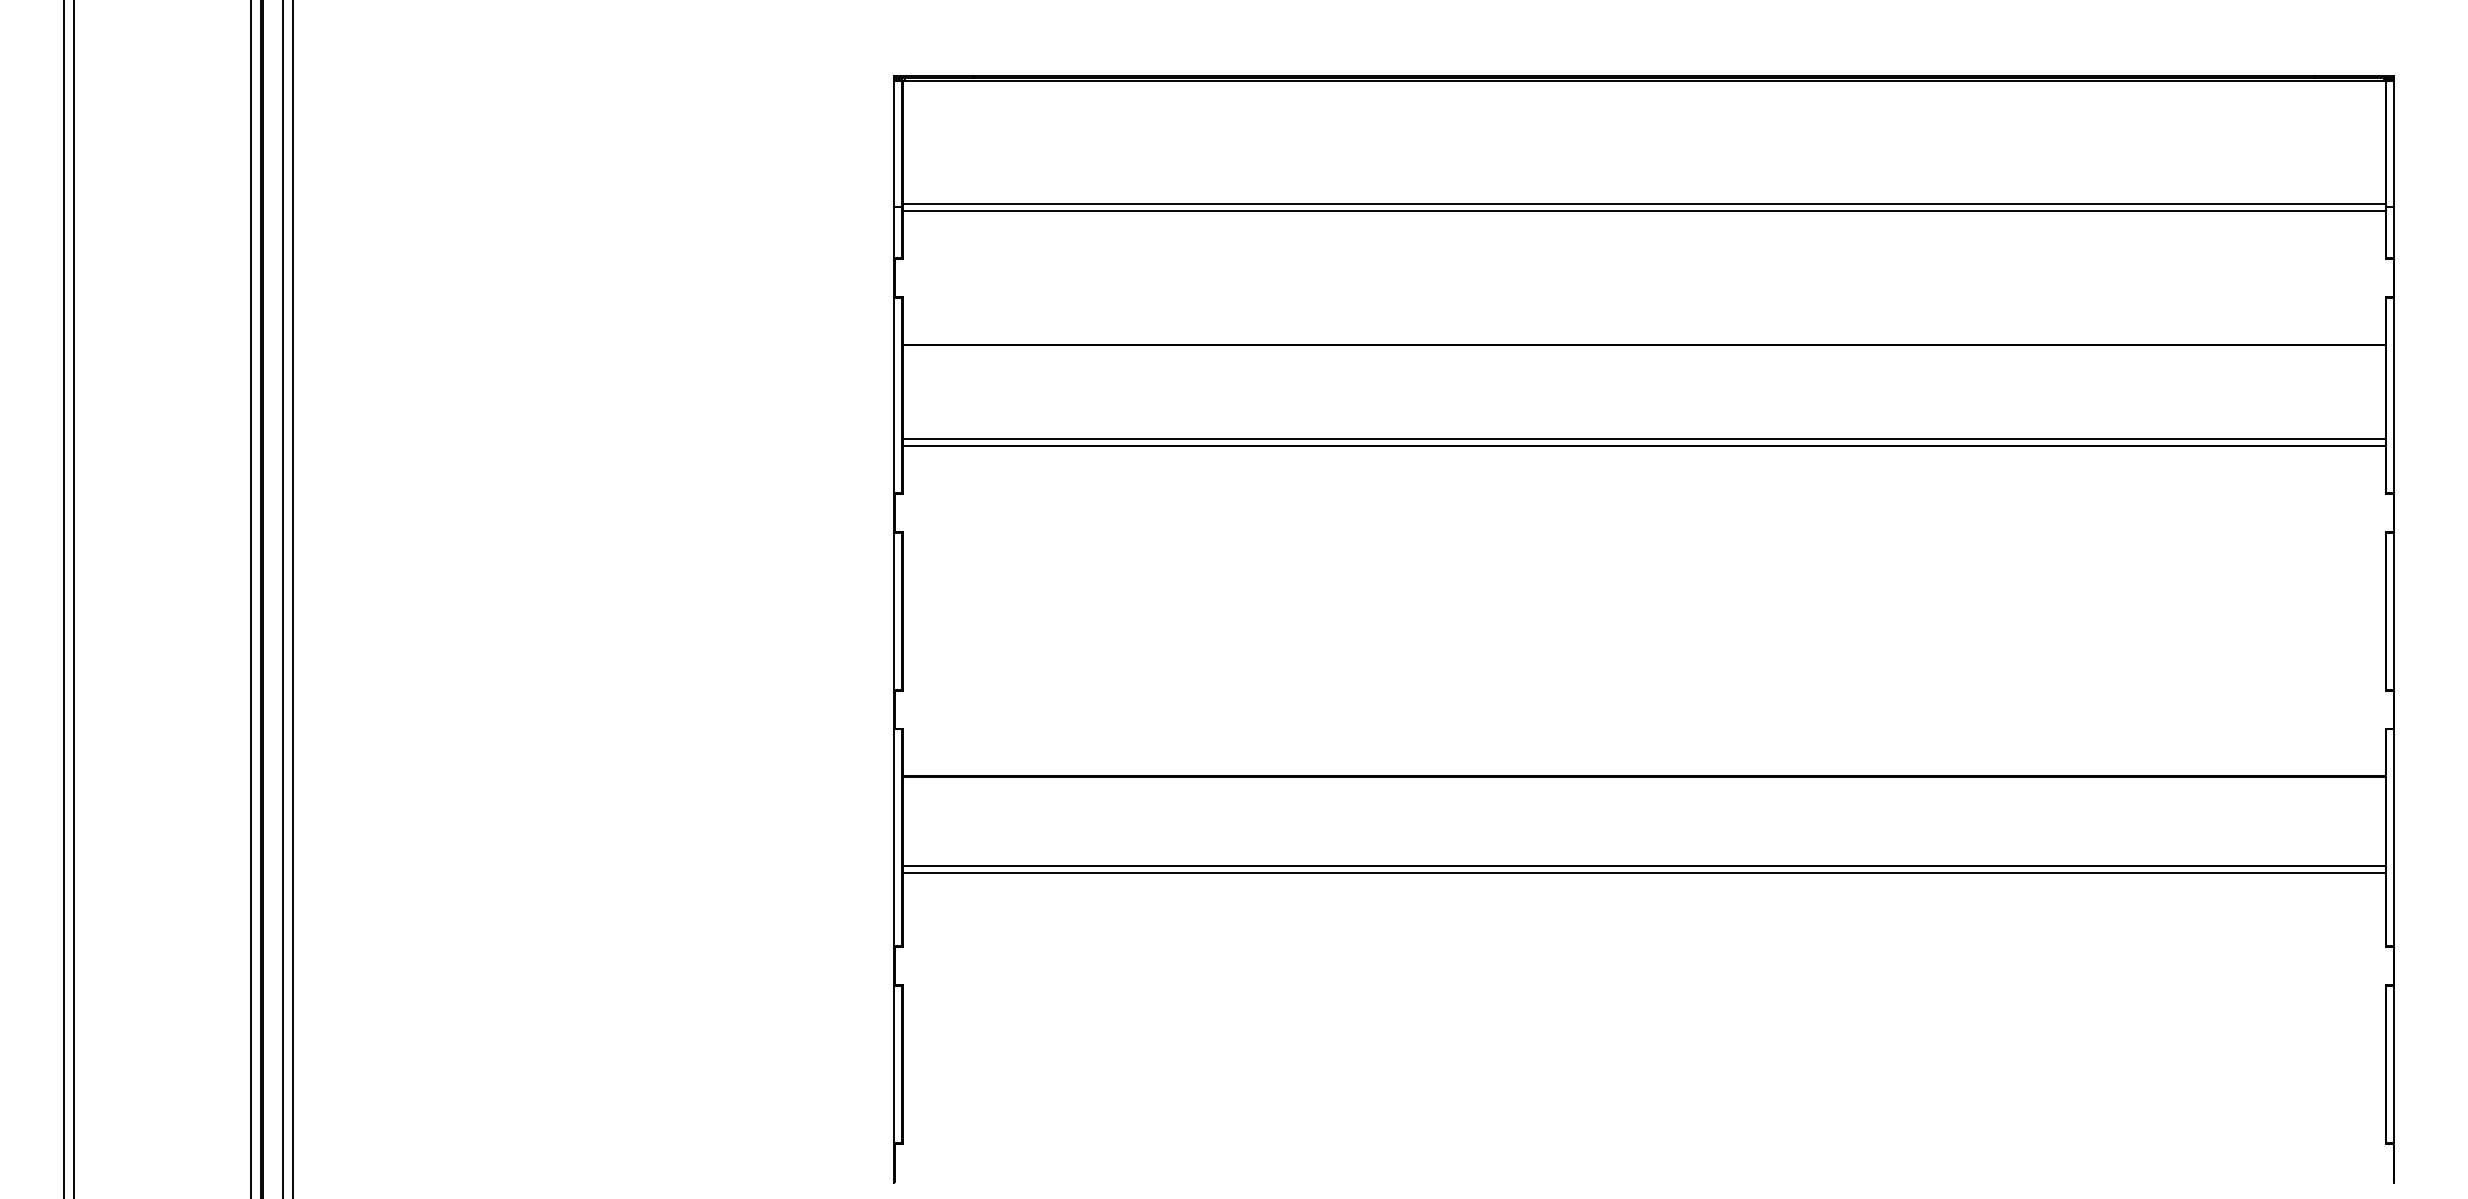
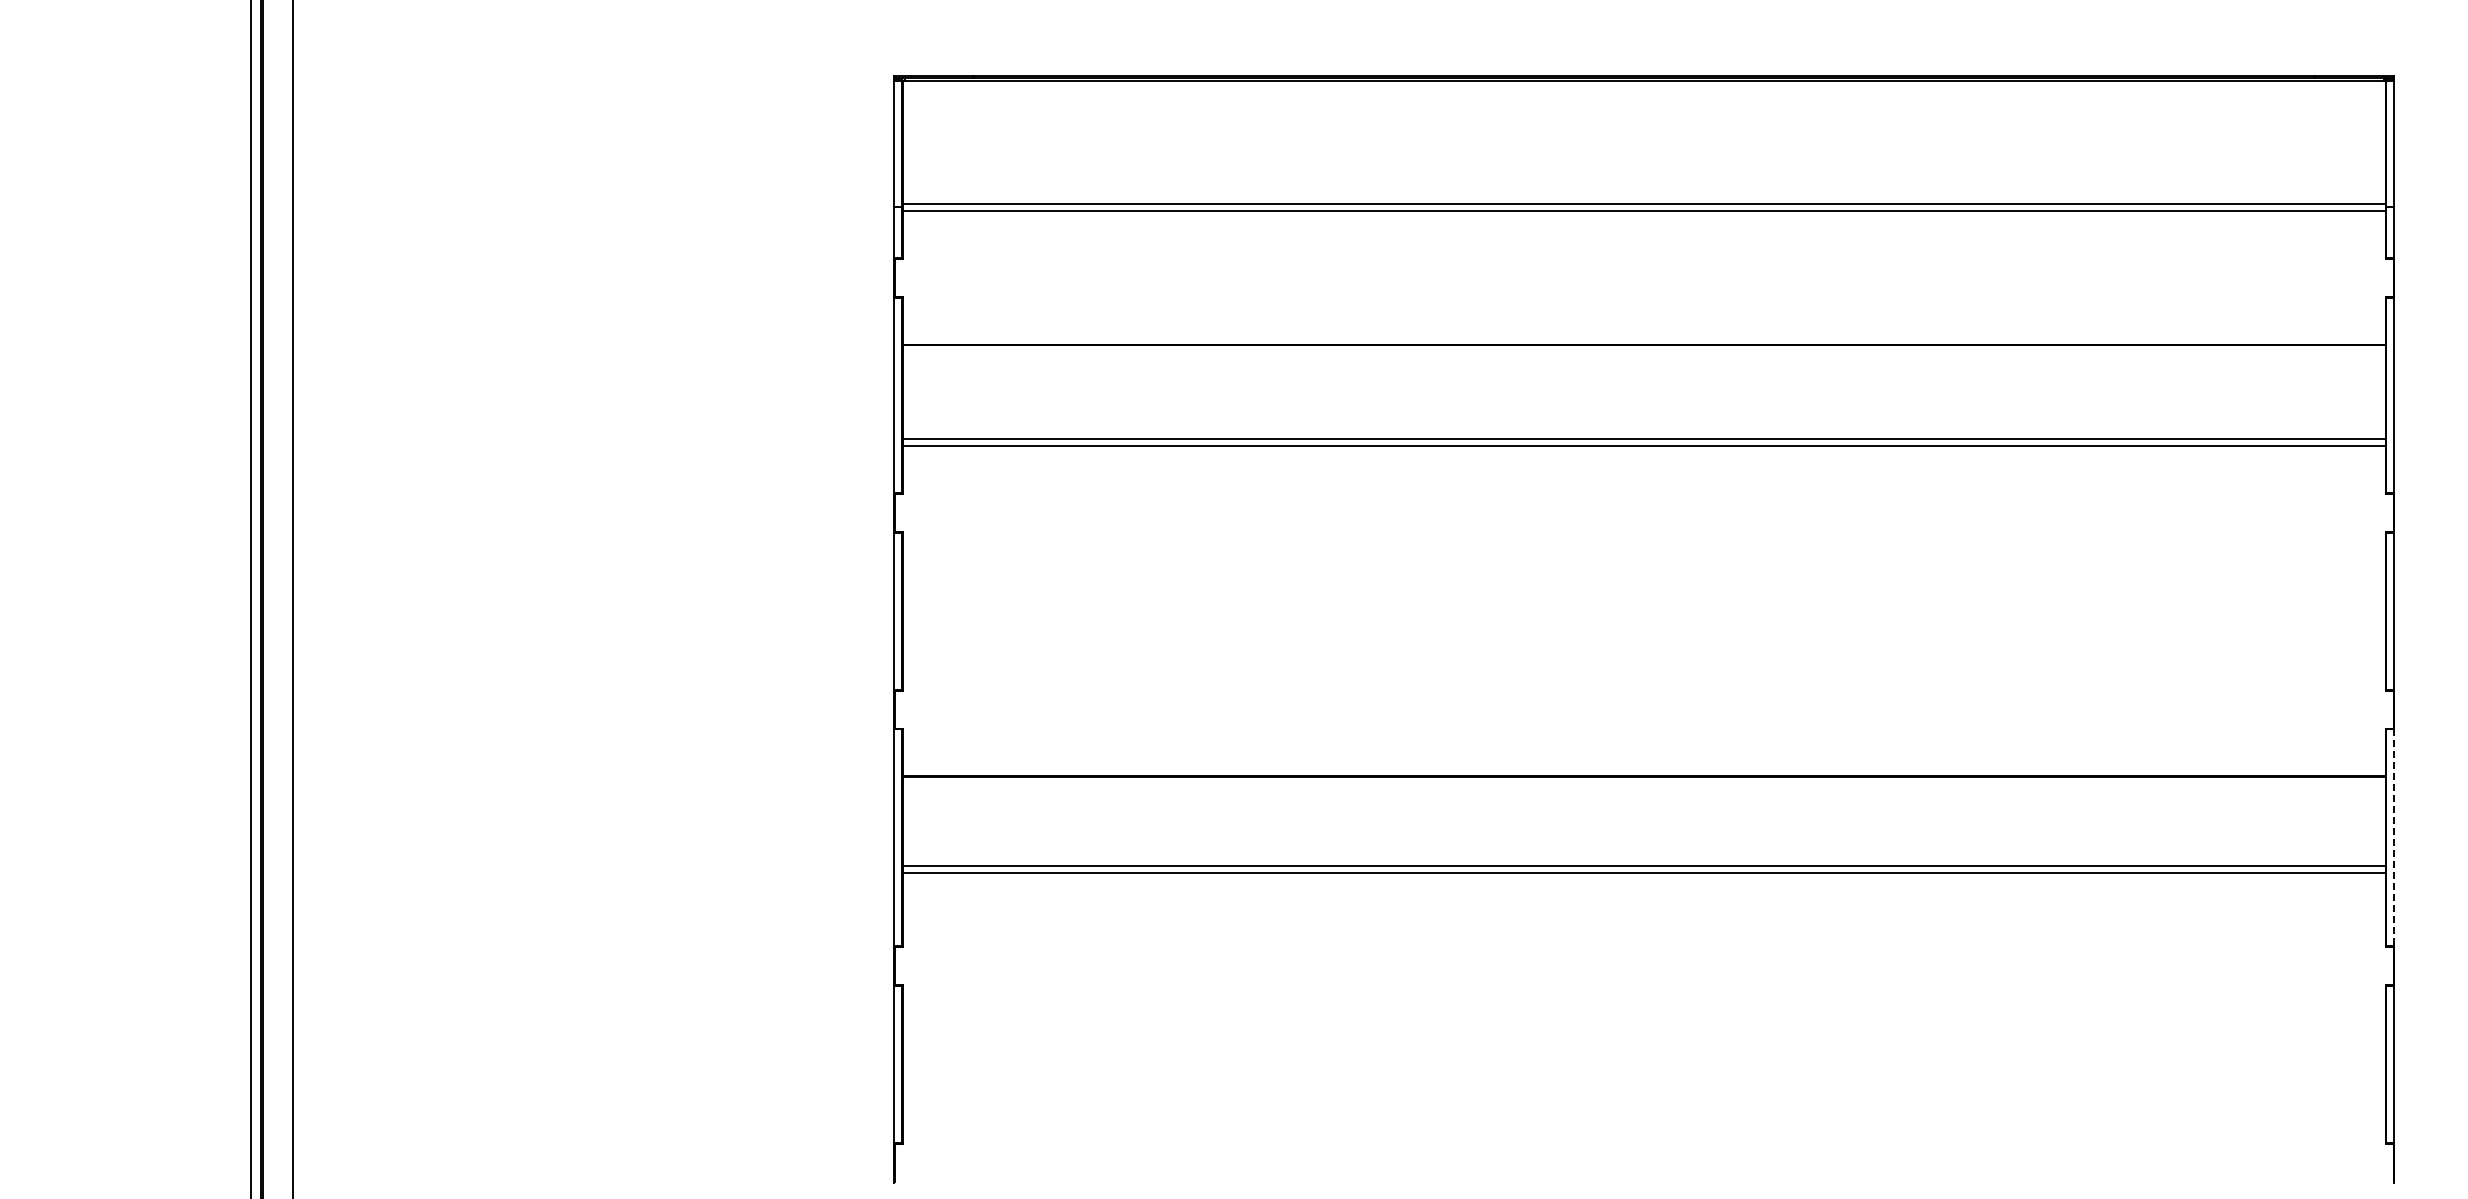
line at (63, 598): present -> none
line at (74, 598): present -> none
line at (282, 598): present -> none
line at (2393, 838): solid -> dashed
